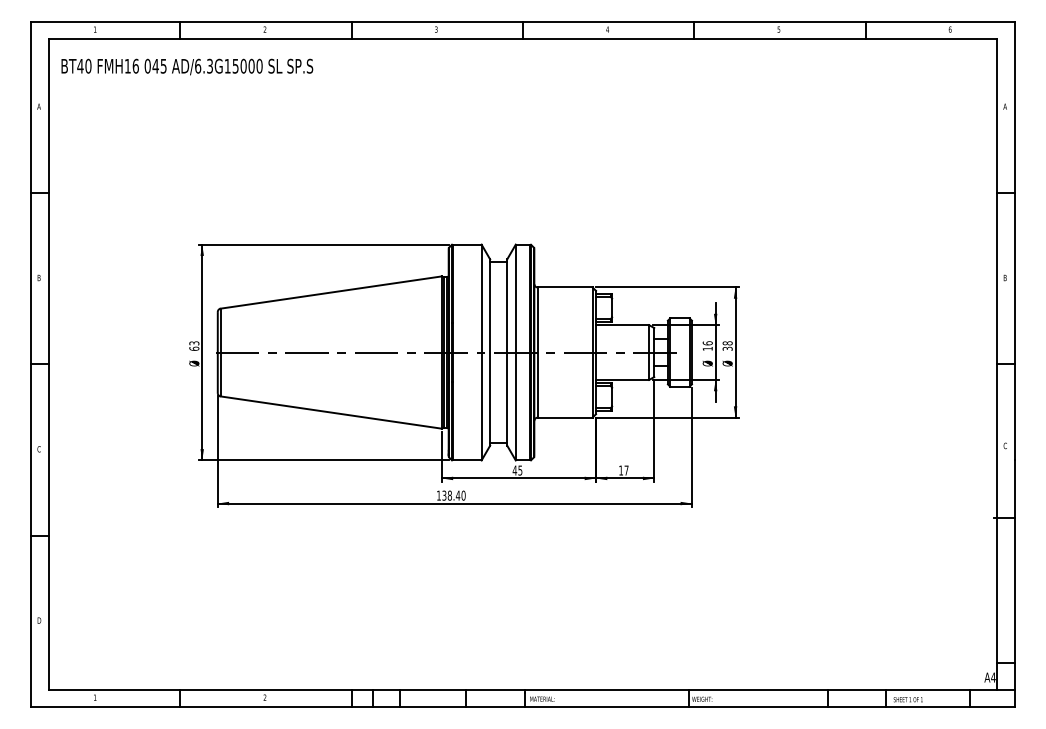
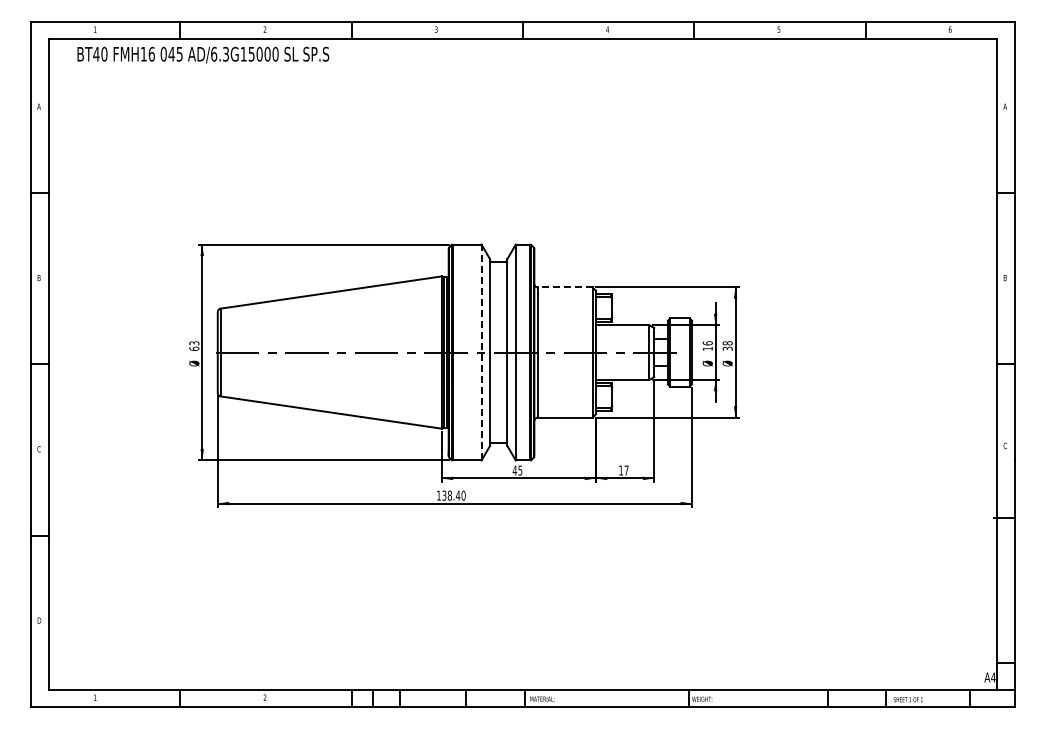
text at (187, 66) position: (187, 66) -> (203, 54)
line at (564, 287): solid -> dashed
line at (481, 352): solid -> dashed
